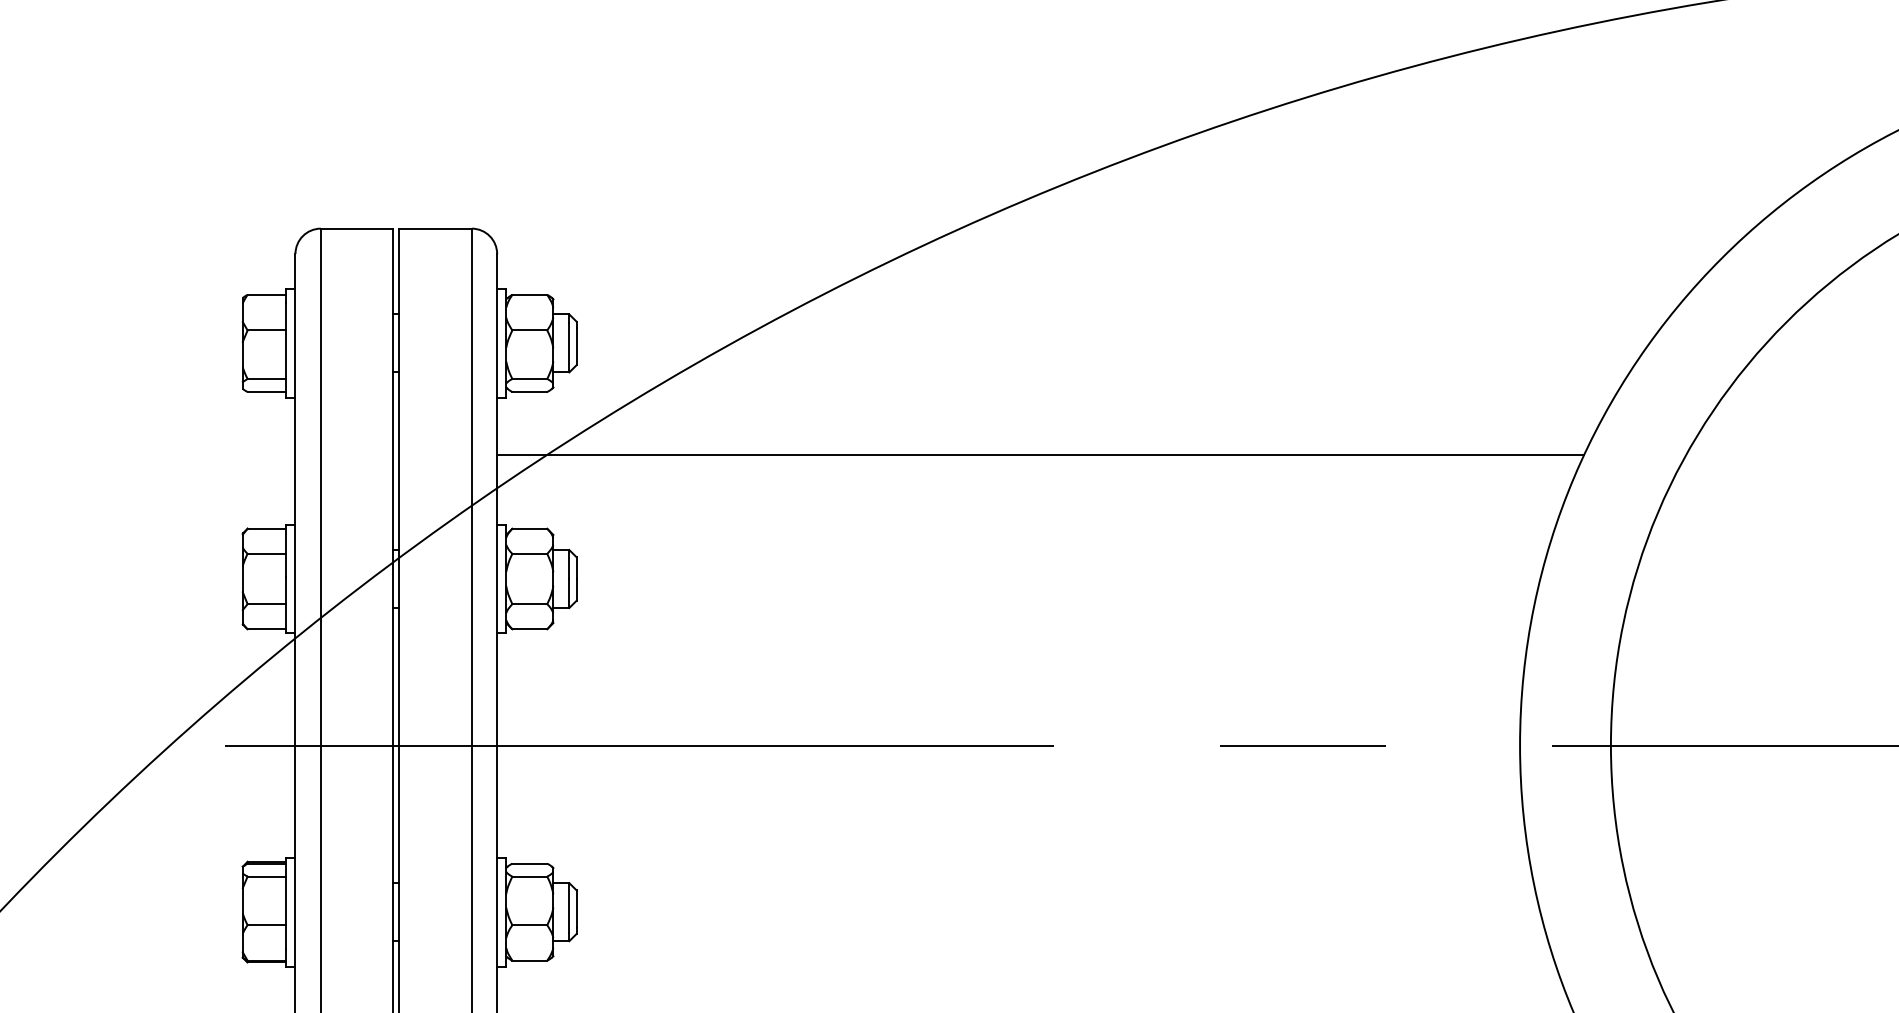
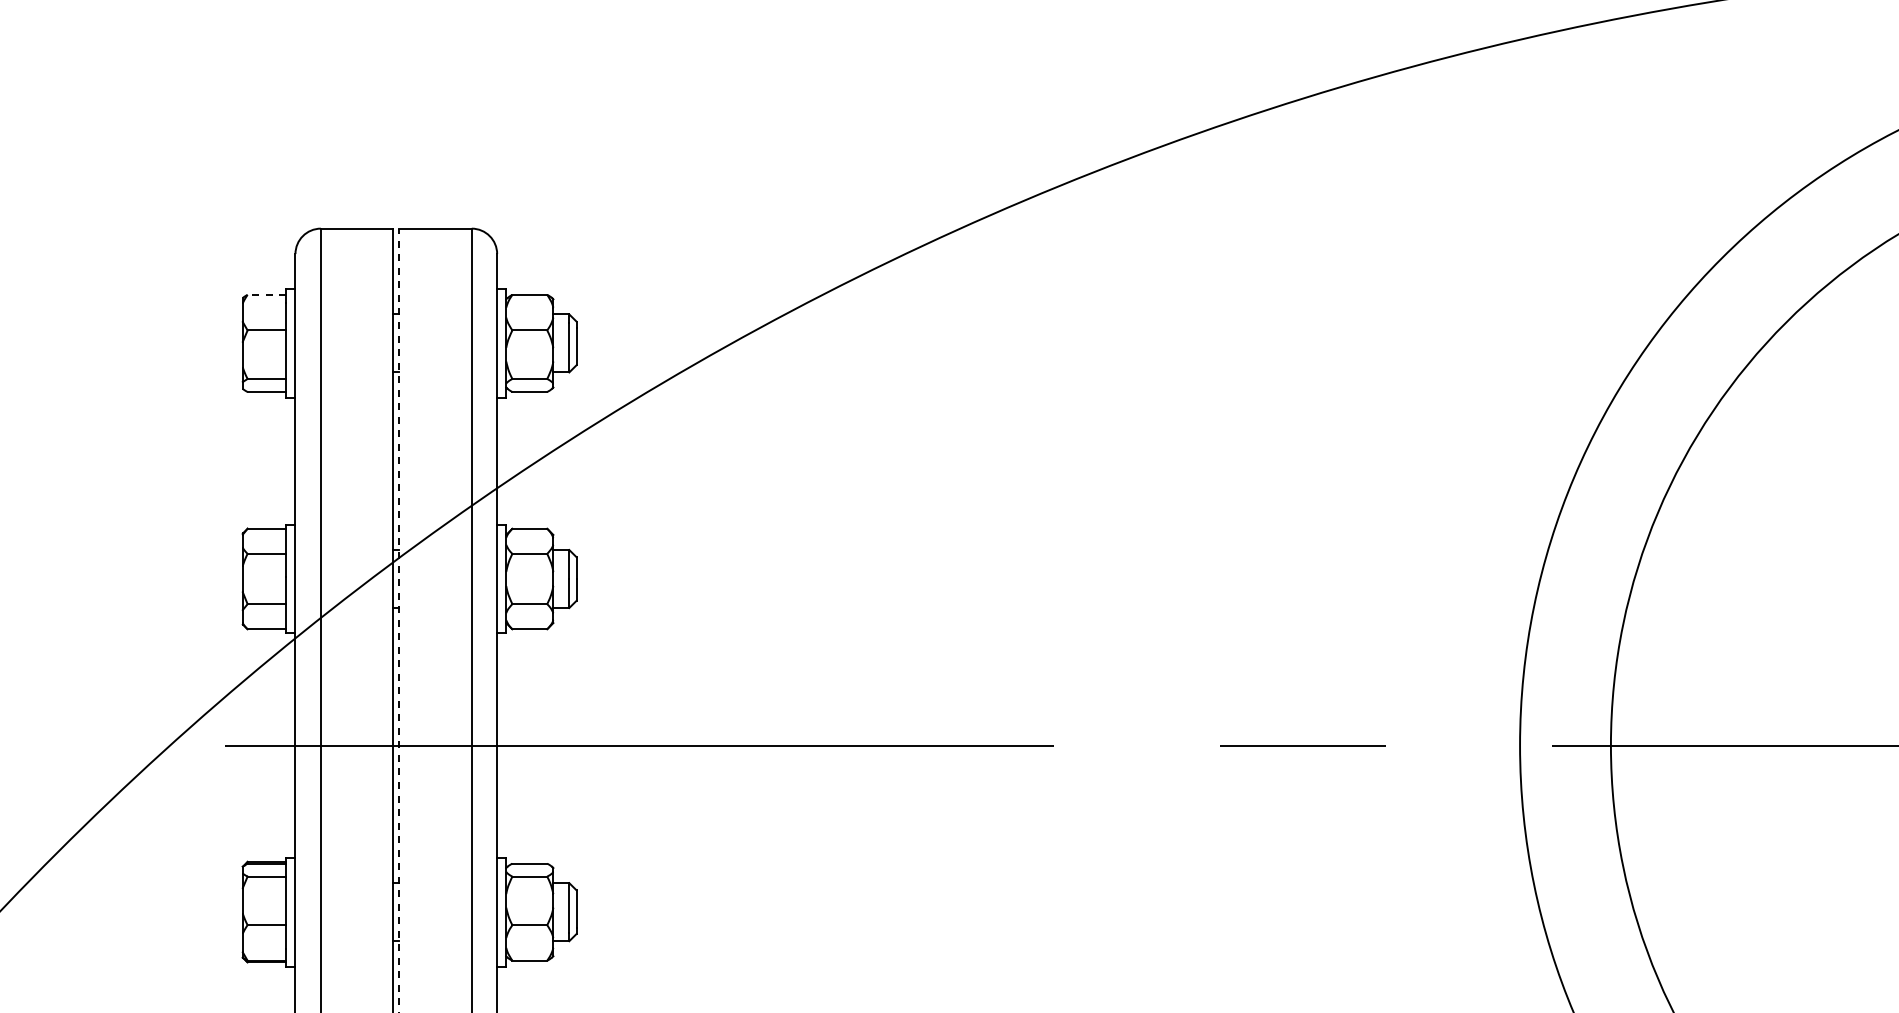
line at (266, 294): solid -> dashed
line at (1040, 455): present -> none
line at (399, 620): solid -> dashed
